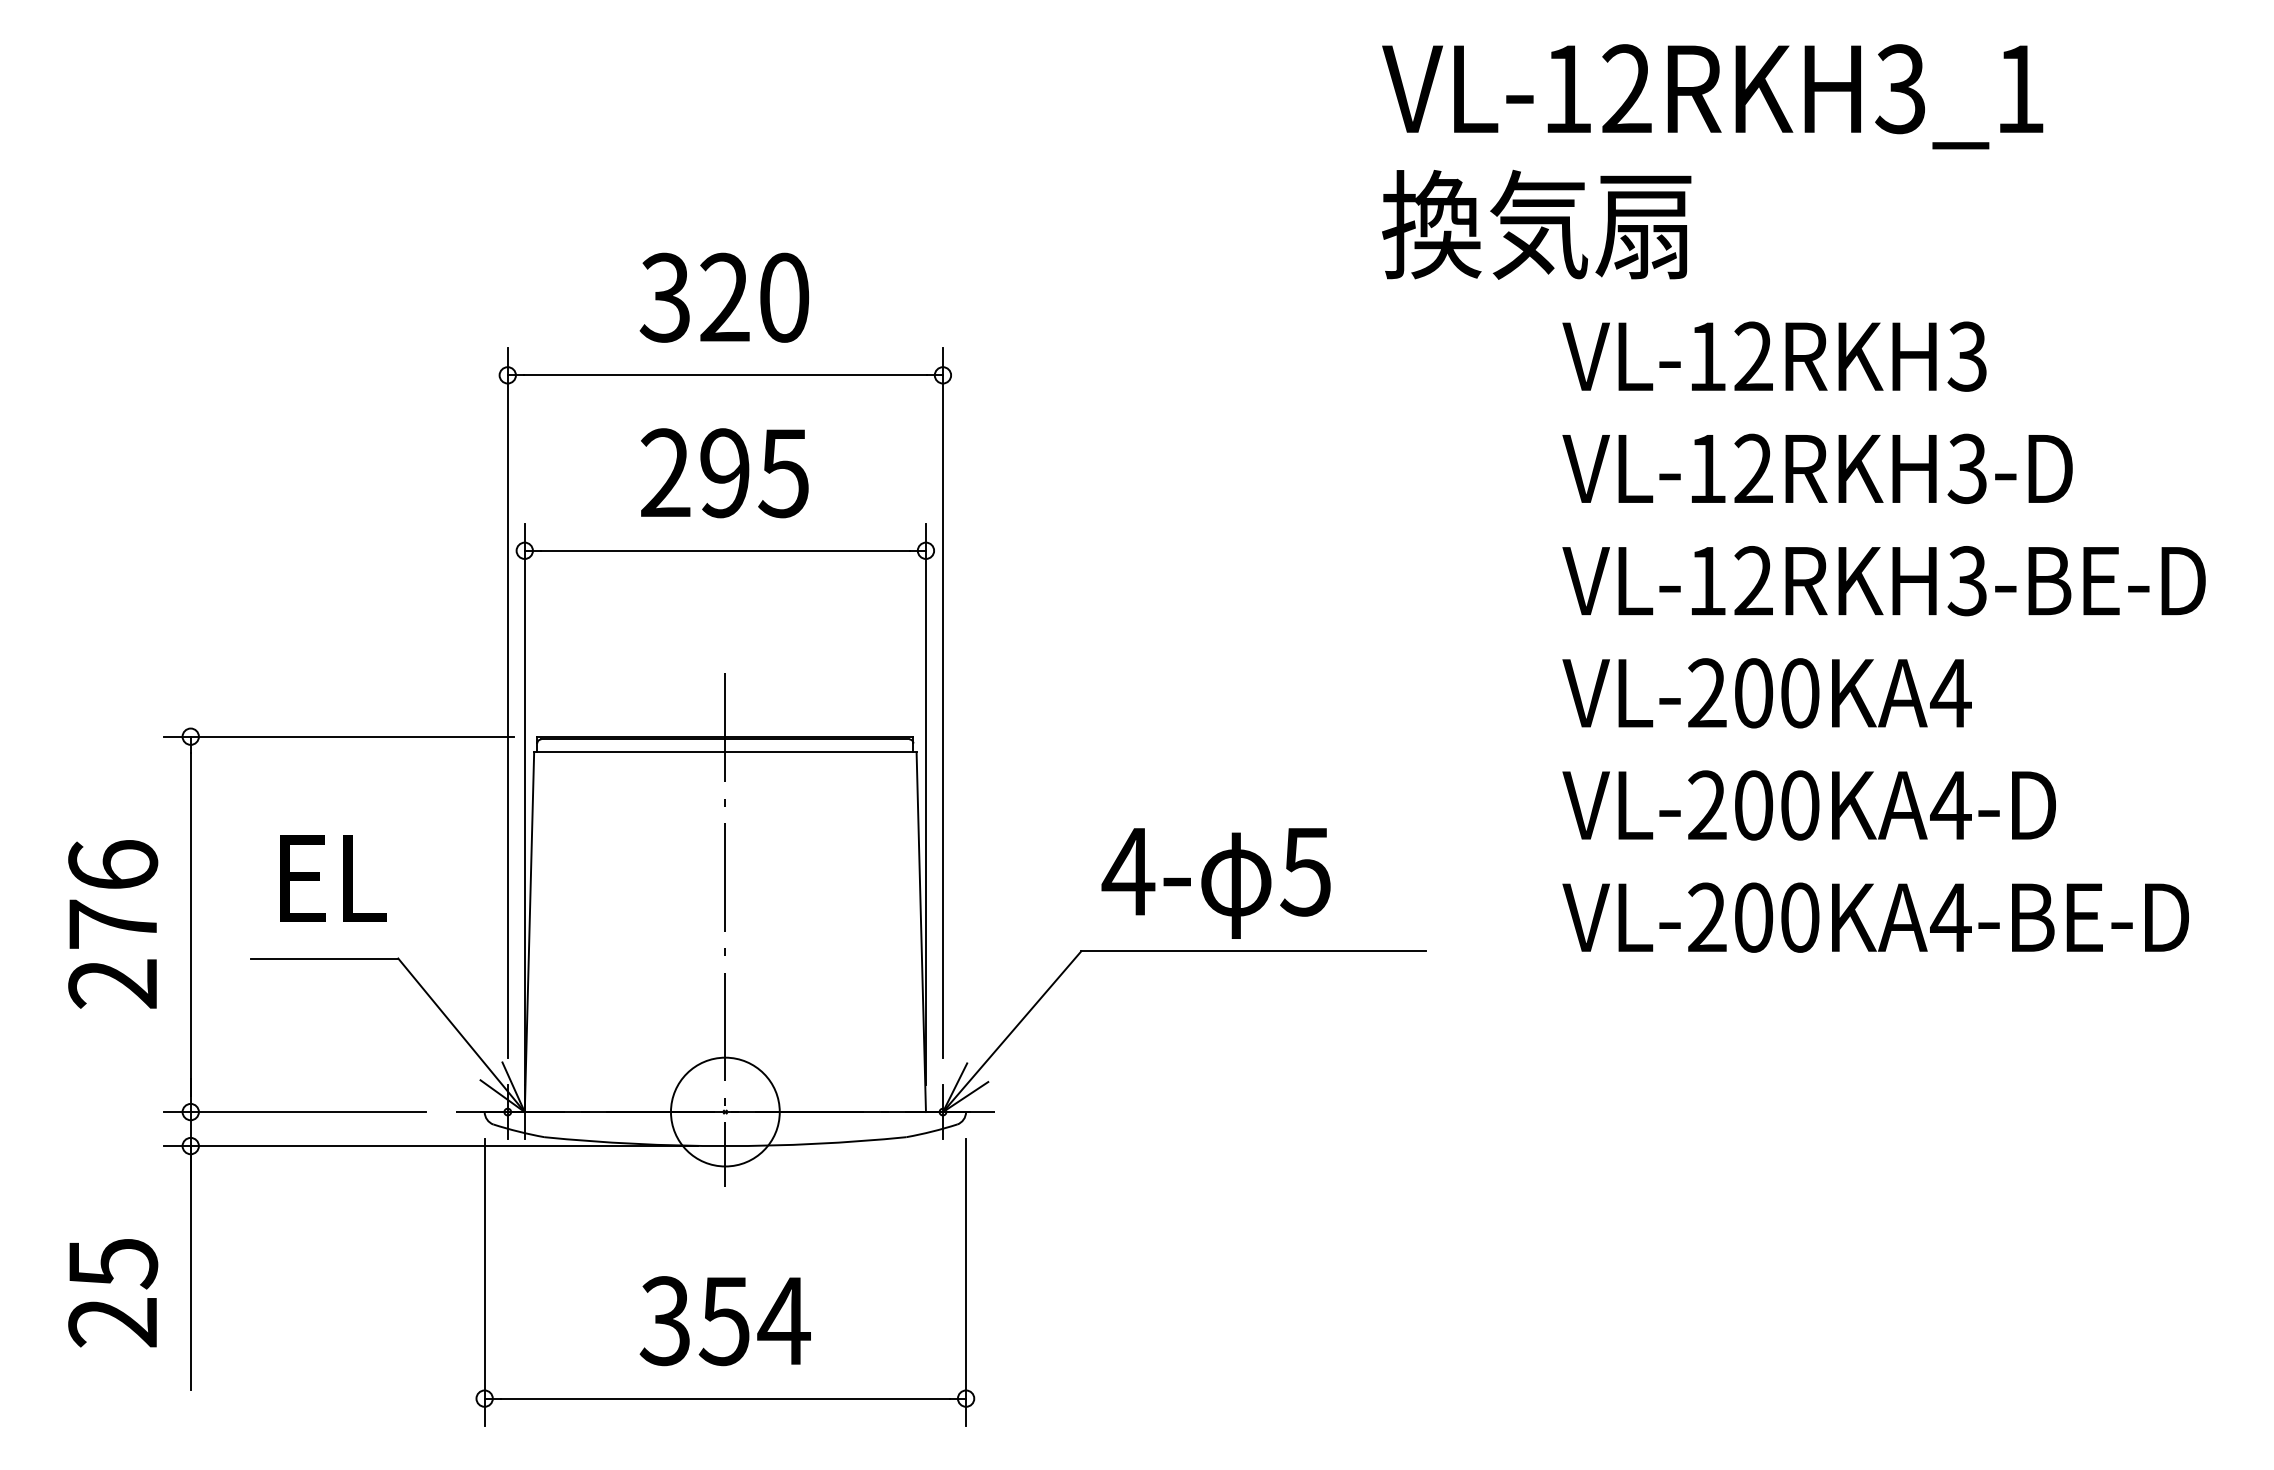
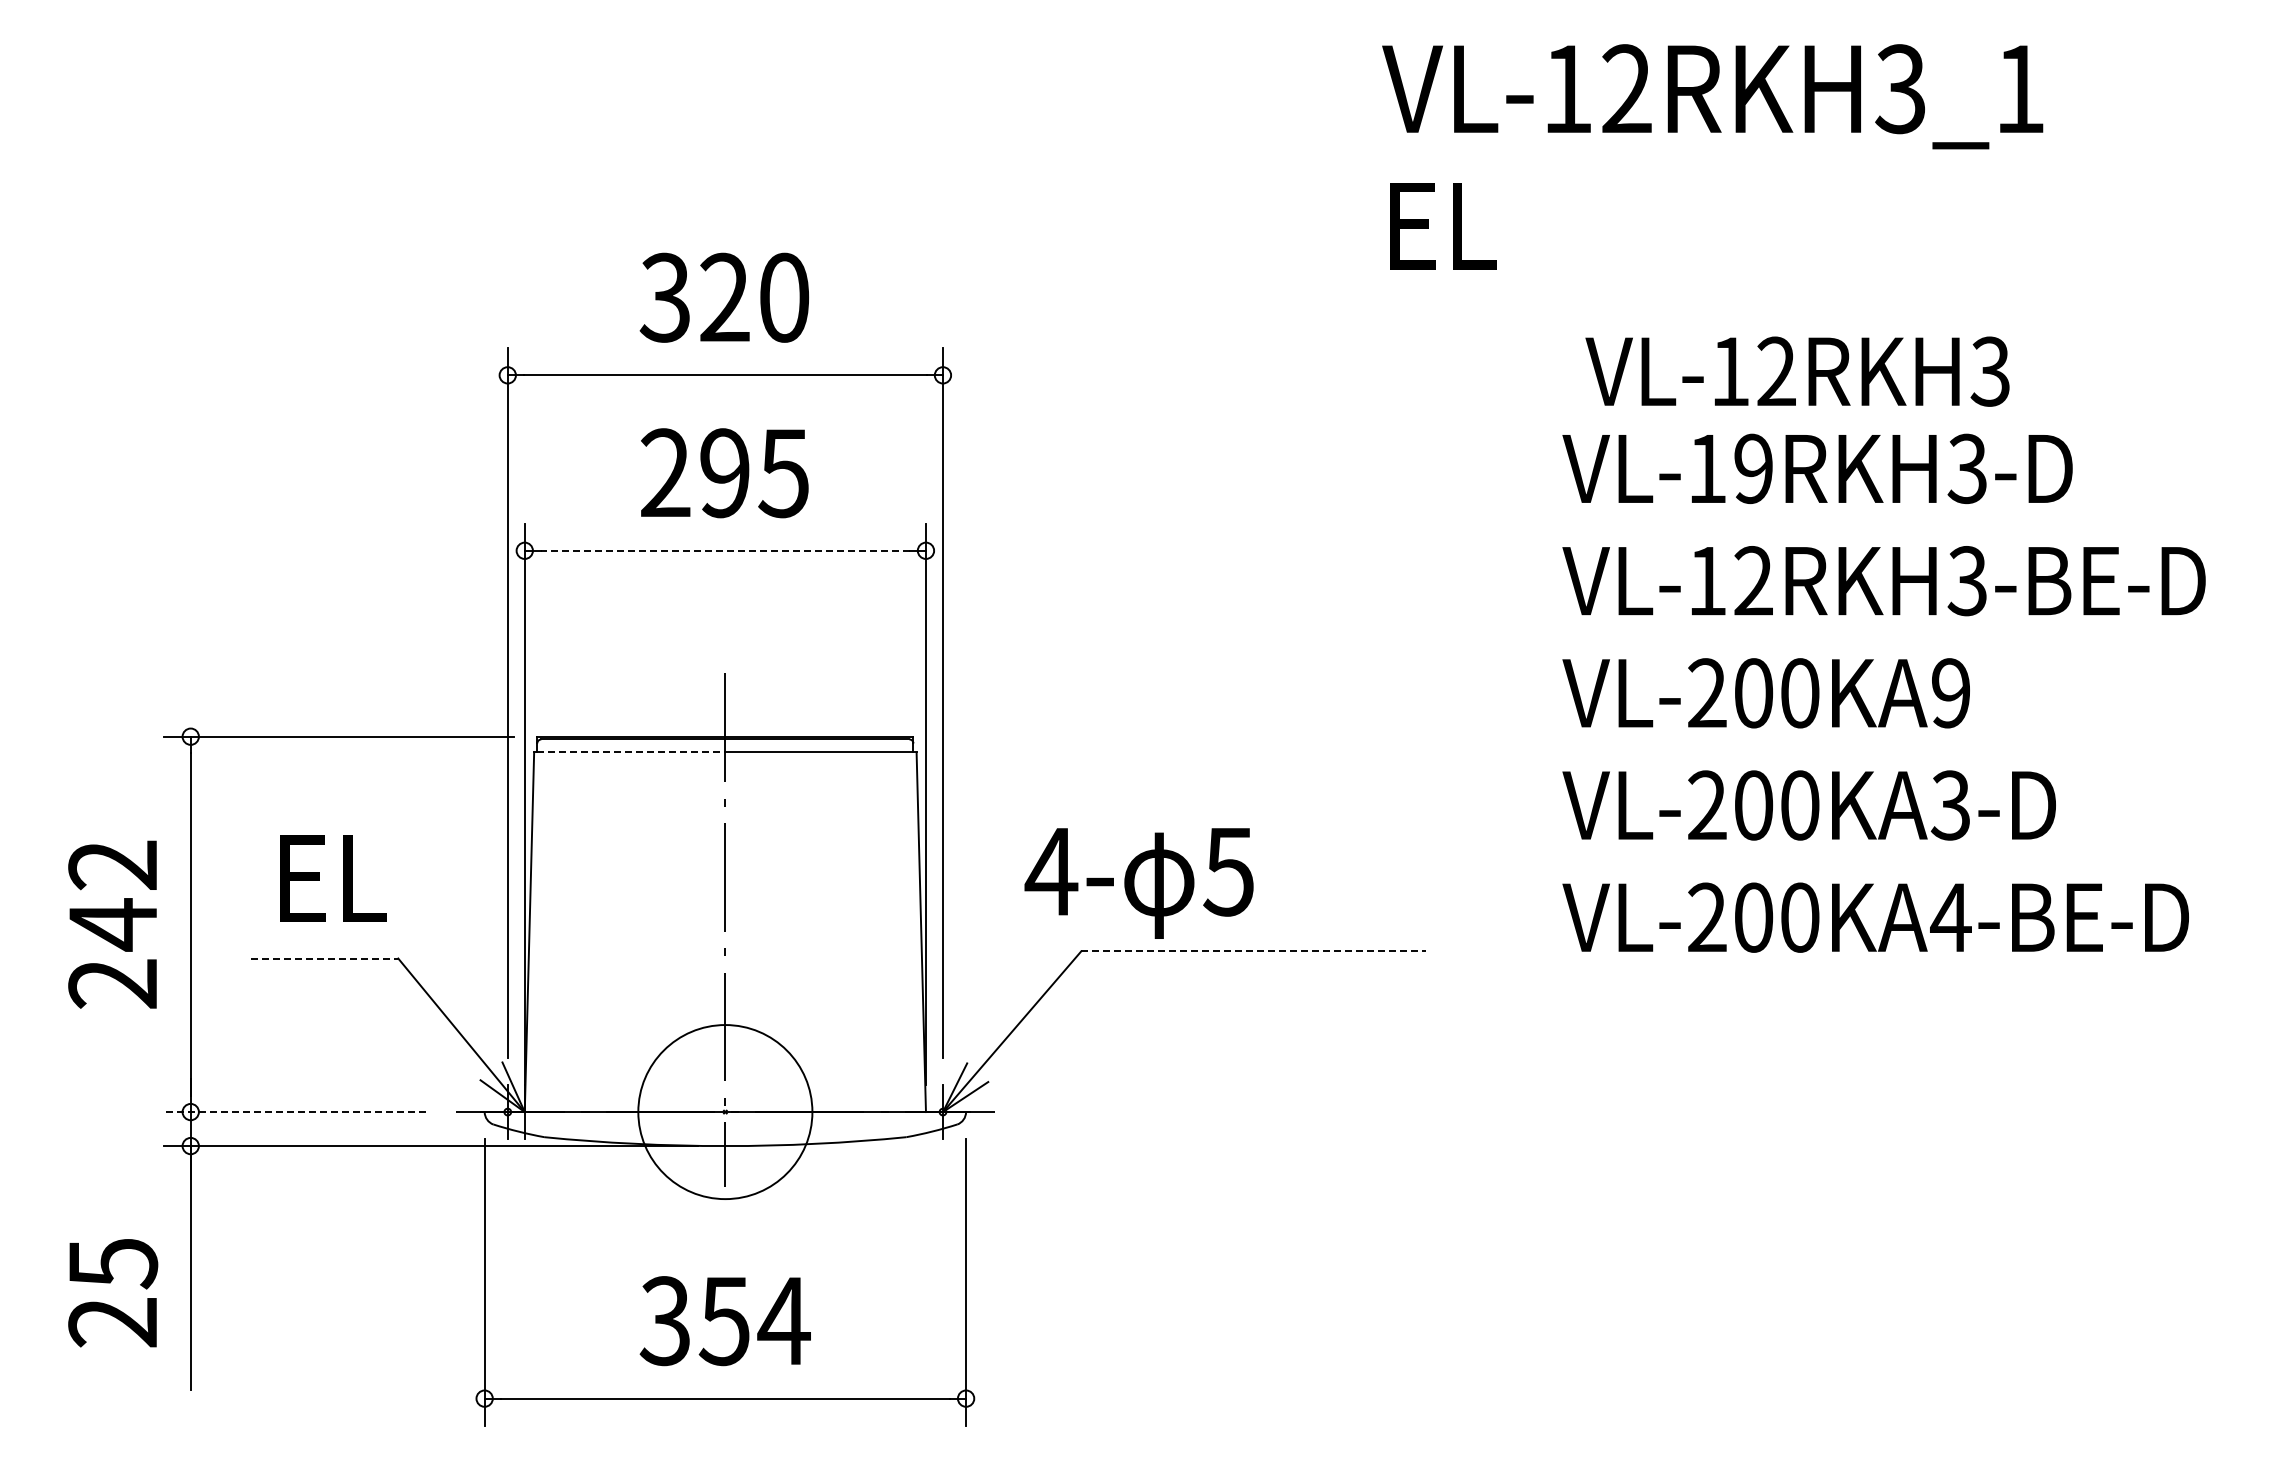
text at (1536, 224): 換気扇 -> EL
text at (1774, 356) position: (1774, 356) -> (1797, 371)
text at (1753, 468): VL-12RKH3-D -> VL-19RKH3-D
line at (724, 550): solid -> dashed
text at (1950, 693): VL-200KA4 -> VL-200KA9
line at (631, 752): solid -> dashed
text at (1950, 805): VL-200KA4-D -> VL-200KA3-D
text at (1215, 883) position: (1215, 883) -> (1138, 883)
text at (113, 895): 276 -> 242
line at (1253, 951): solid -> dashed
line at (324, 958): solid -> dashed
circle at (724, 1111) diameter: 109 px -> 174 px
line at (294, 1112): solid -> dashed
